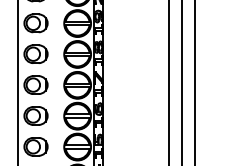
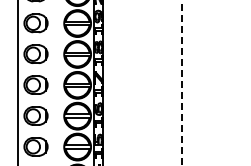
line at (168, 82): present -> none
line at (195, 82): present -> none
line at (182, 83): solid -> dashed
